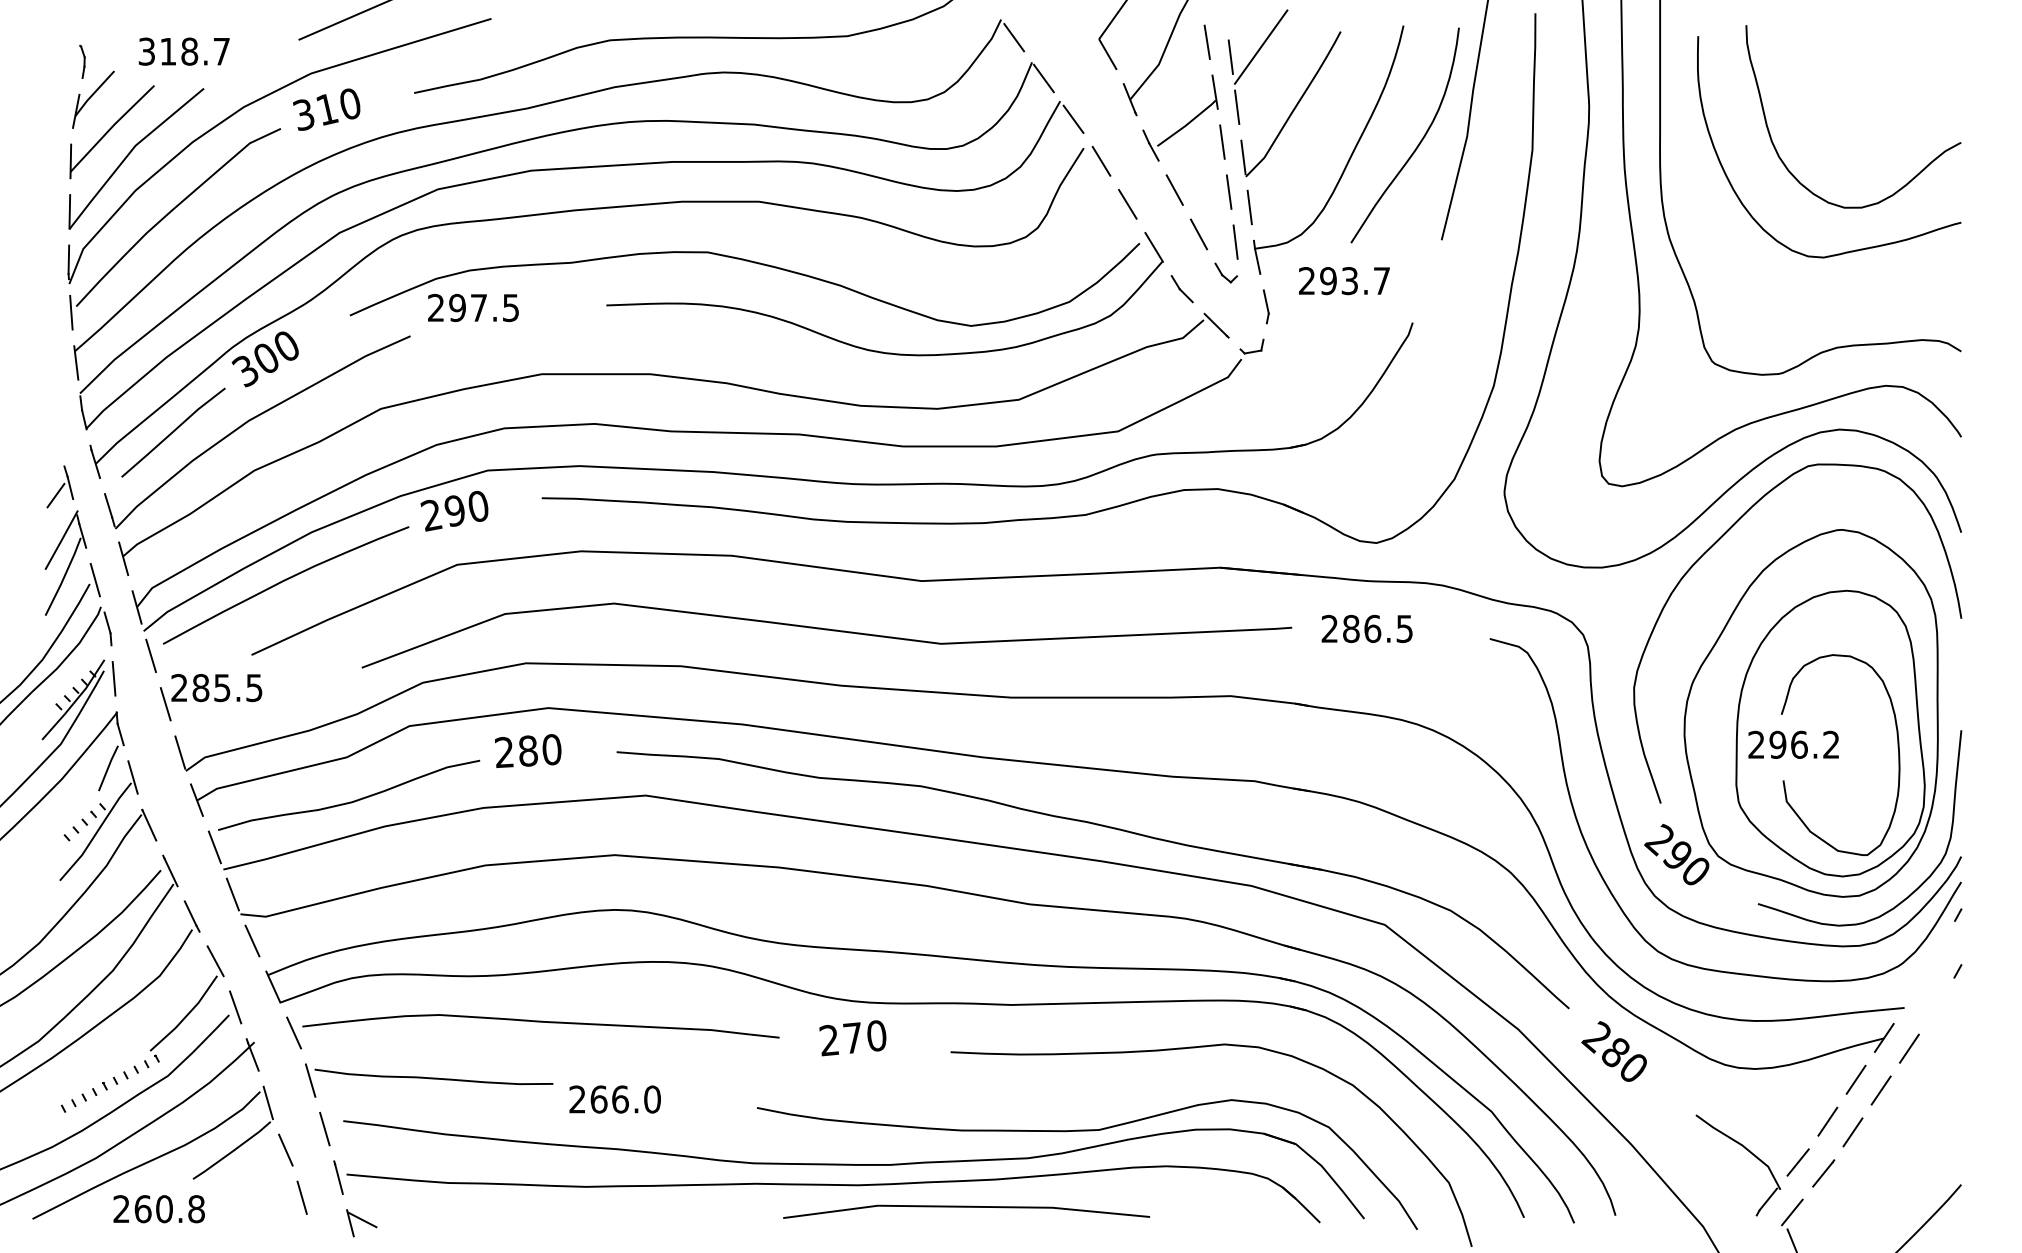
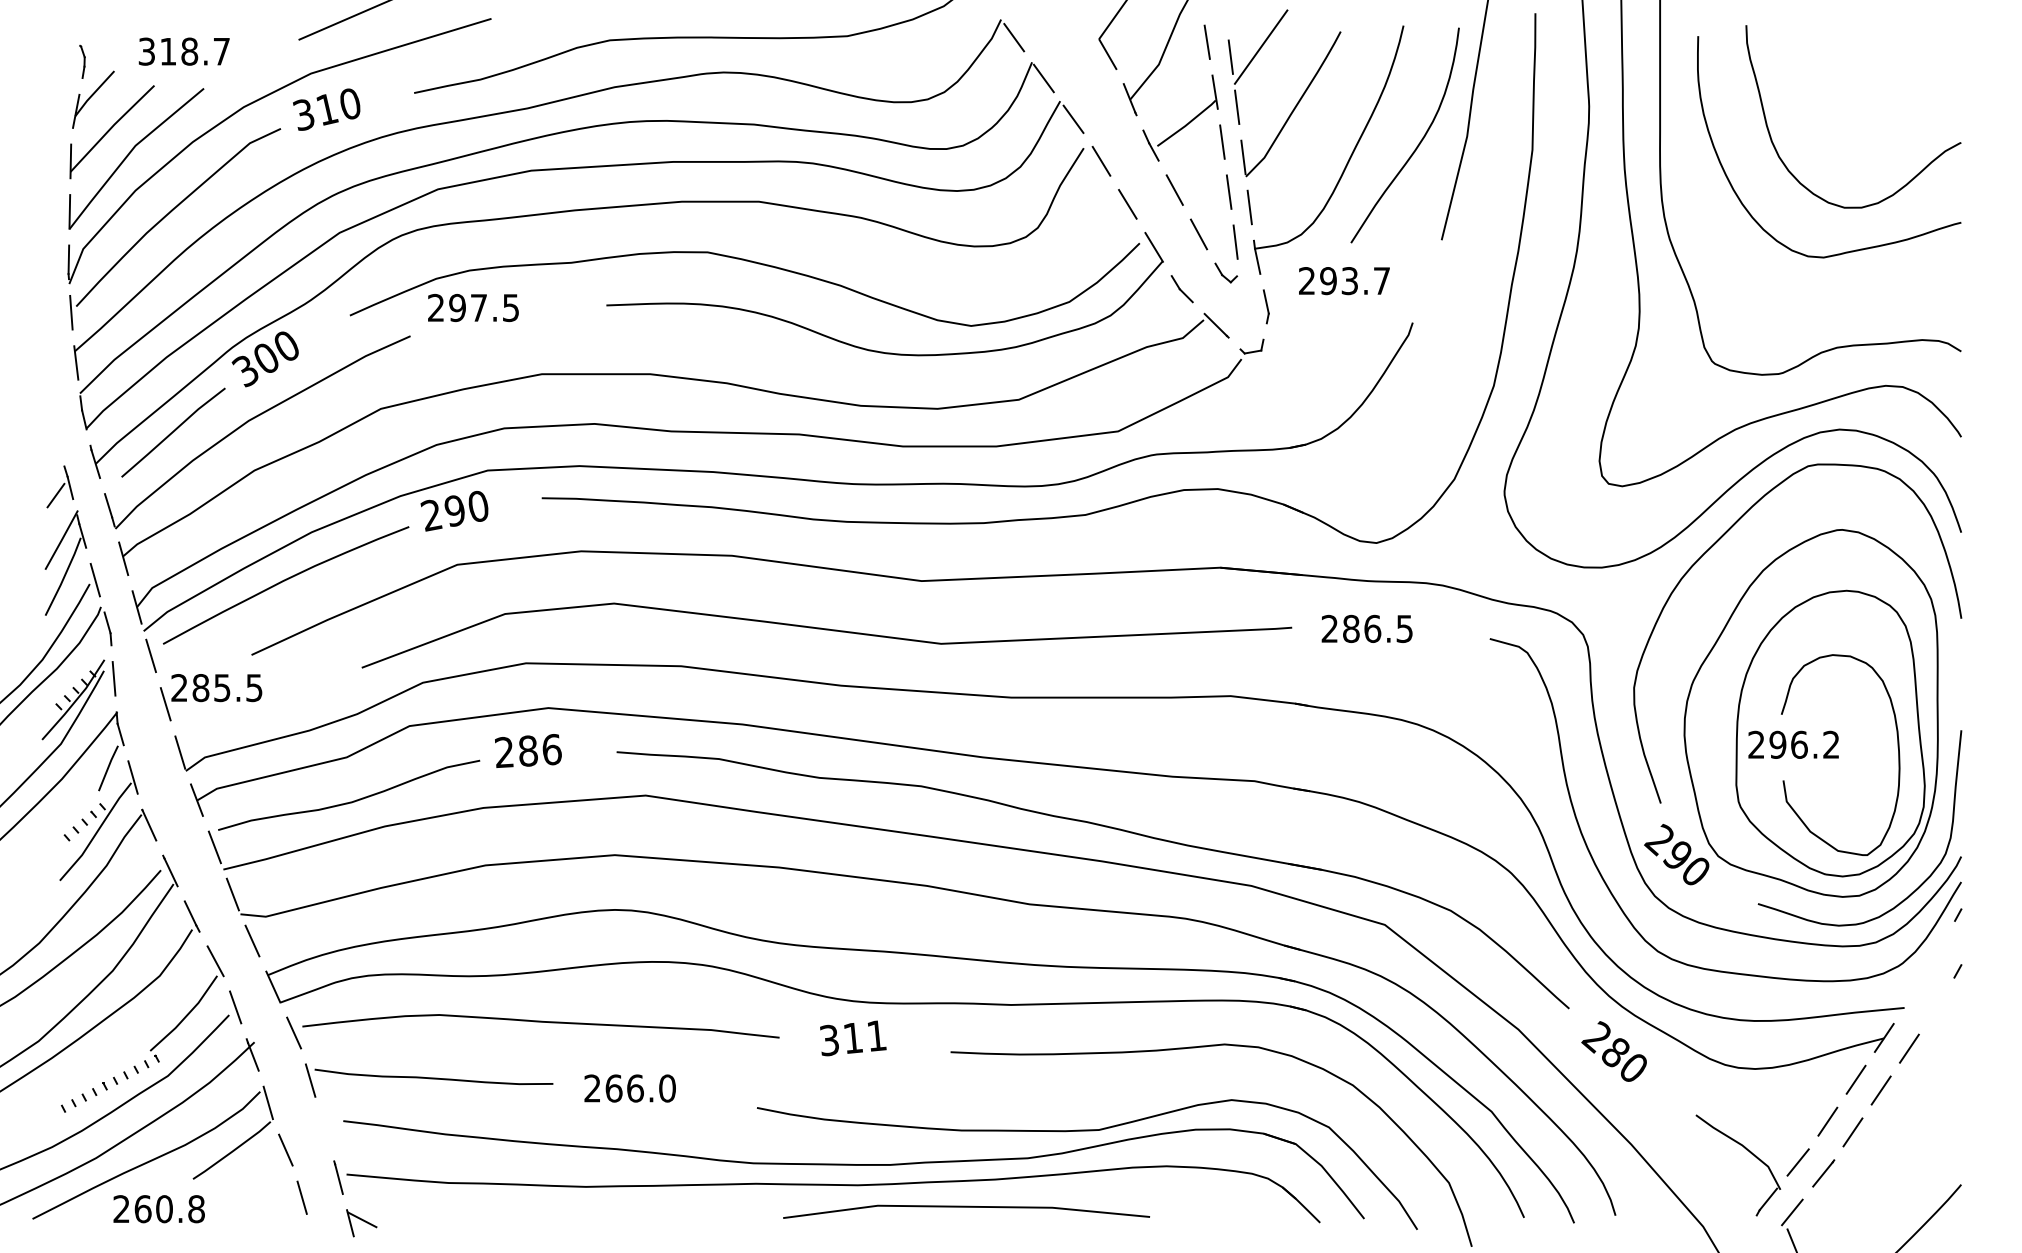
text at (551, 749): 280 -> 286
text at (852, 1038): 270 -> 311
text at (614, 1099) position: (614, 1099) -> (629, 1088)
line at (324, 1128): present -> none
